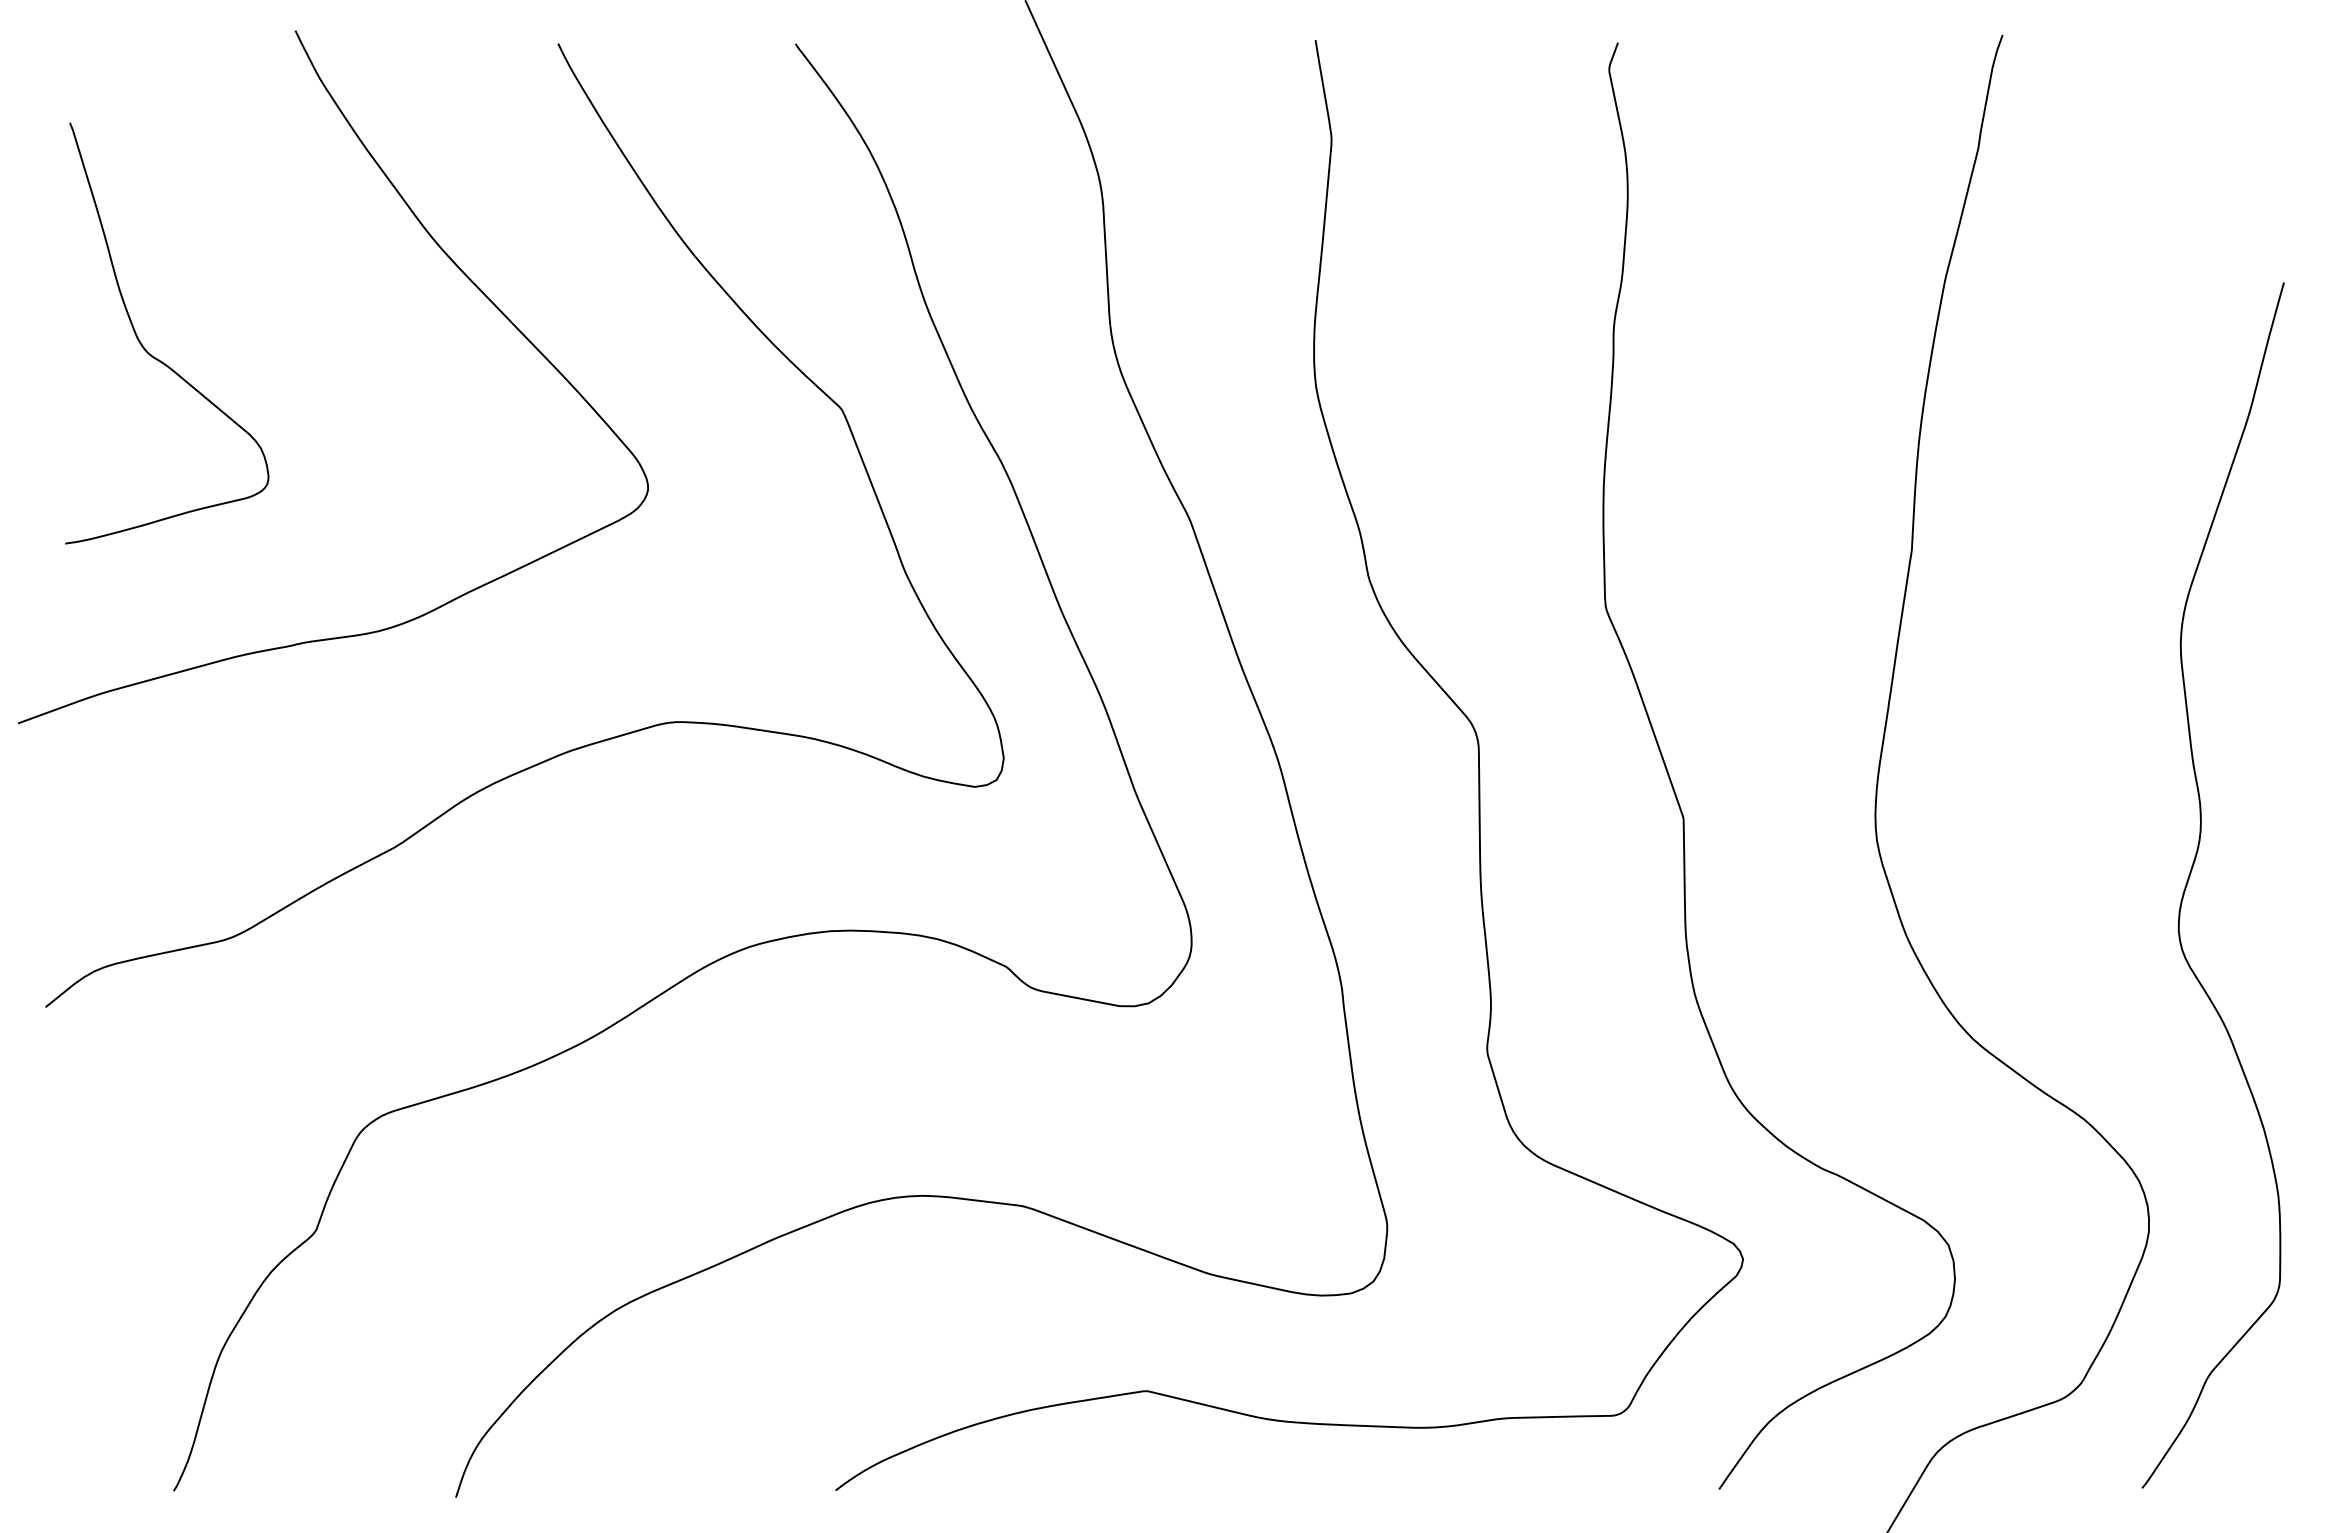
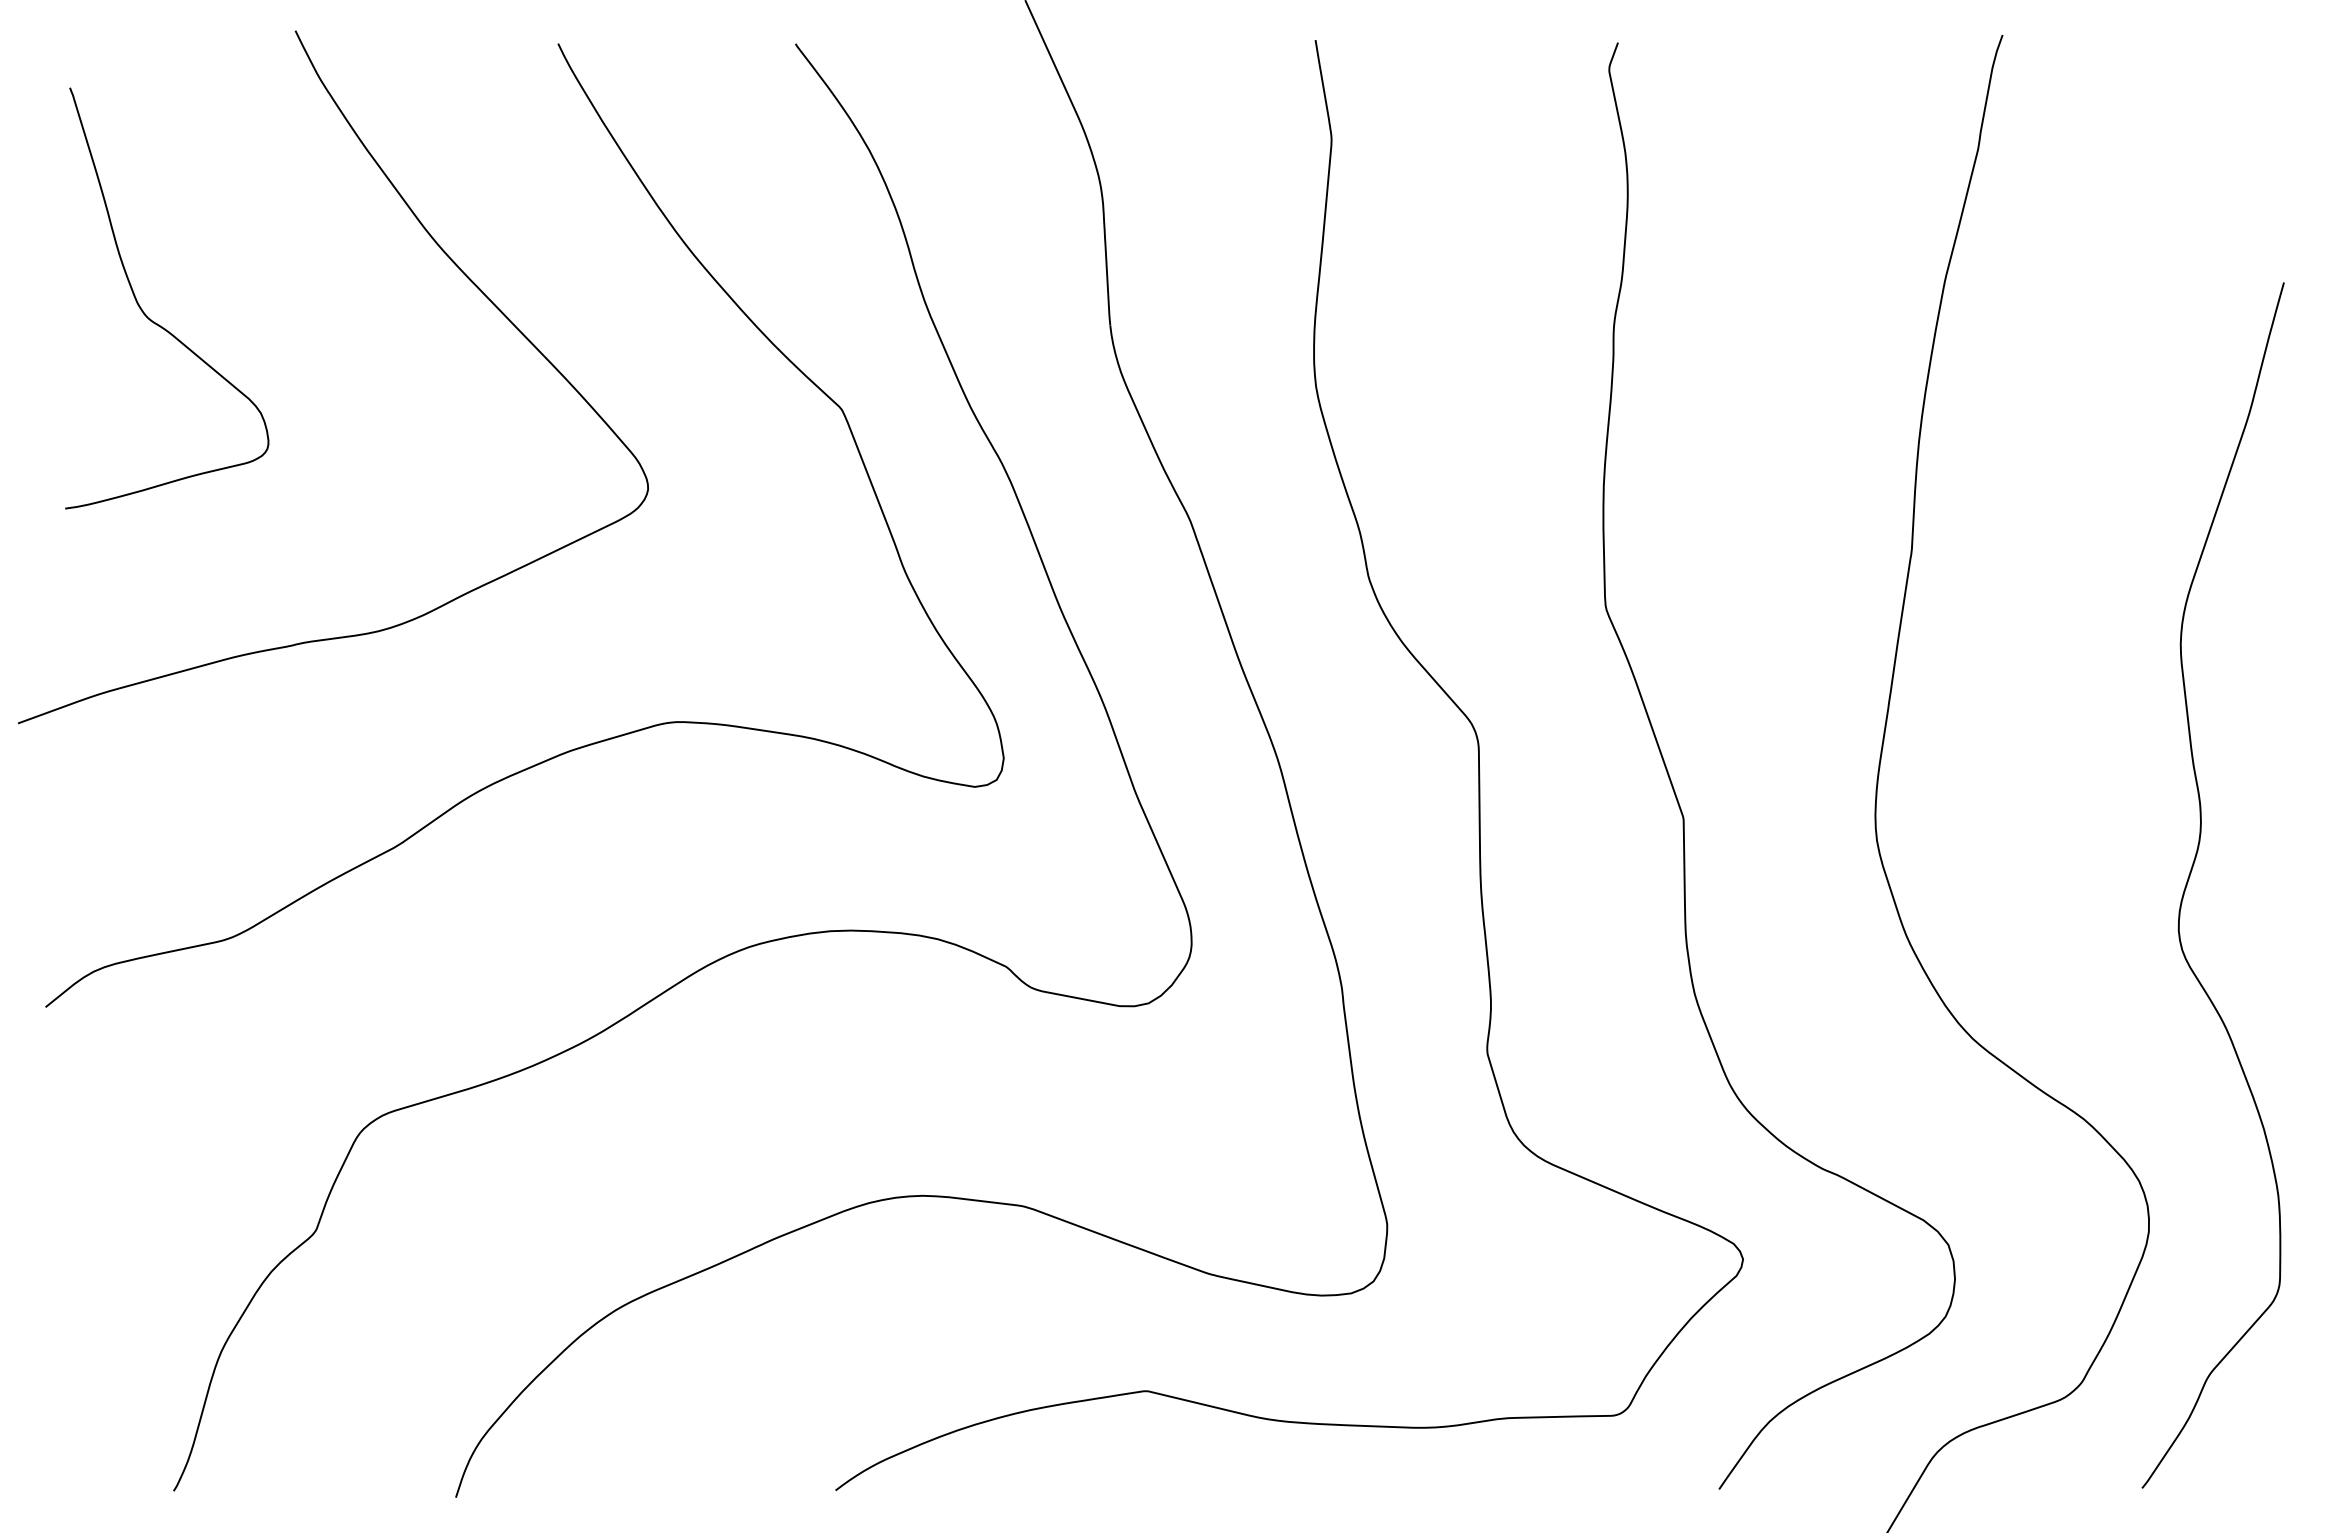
curve at (150, 353) position: (150, 353) -> (150, 318)
